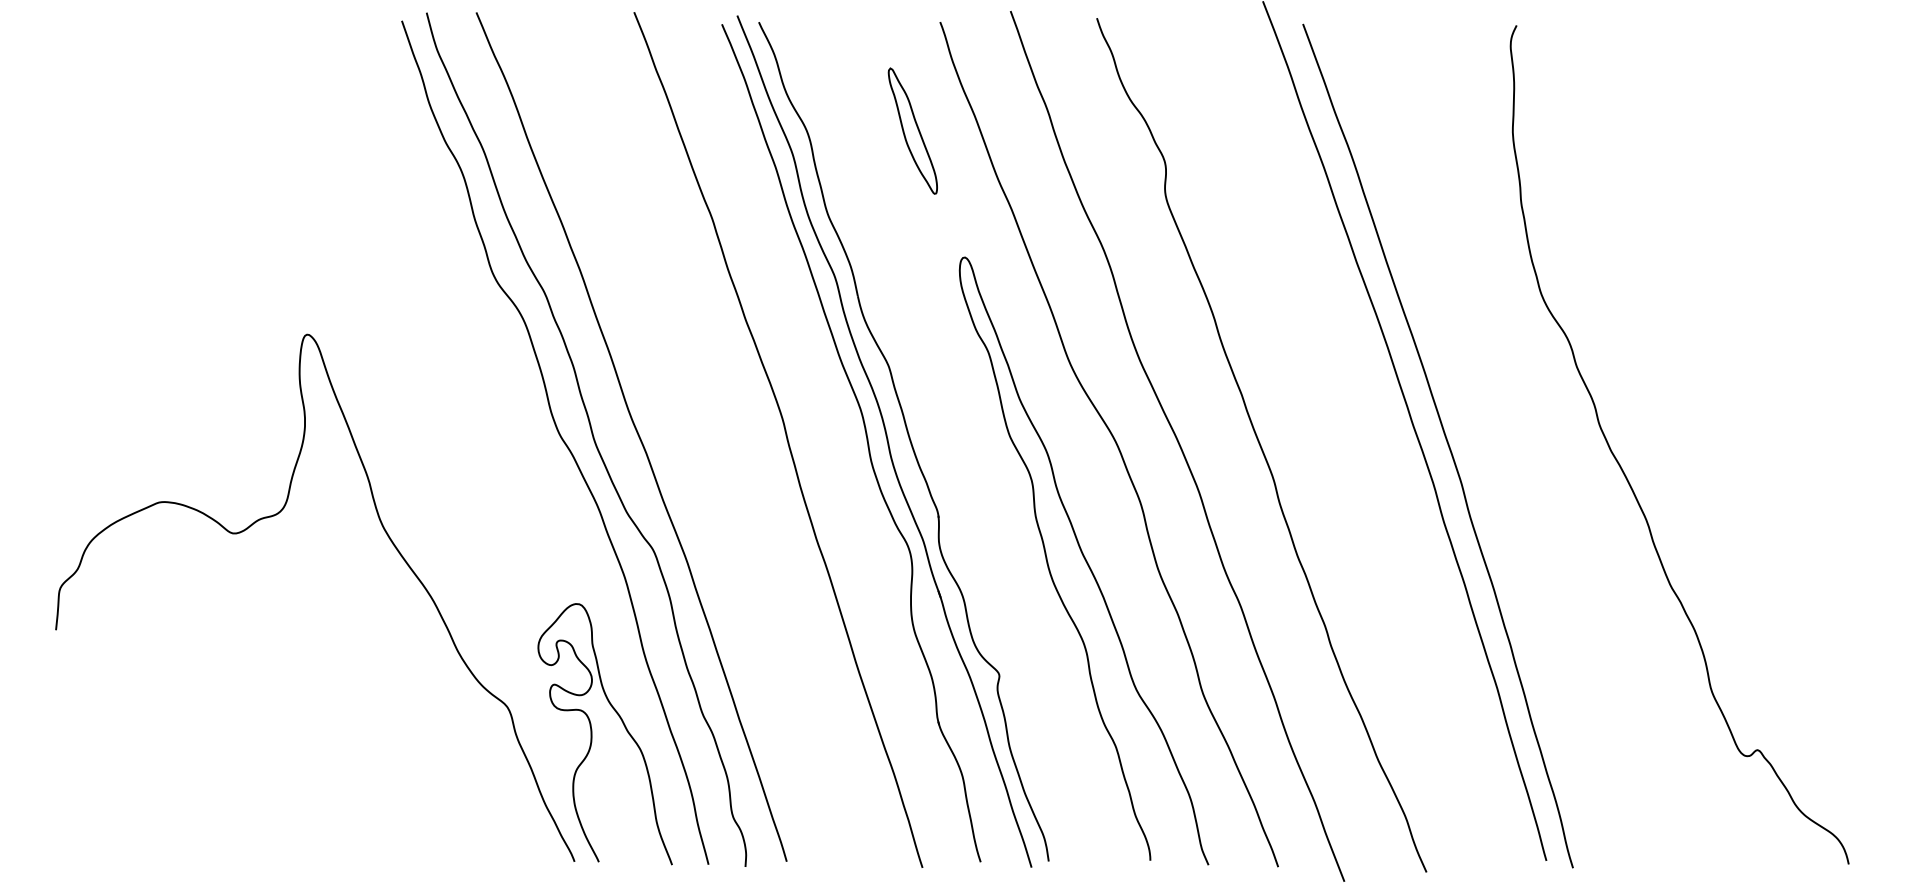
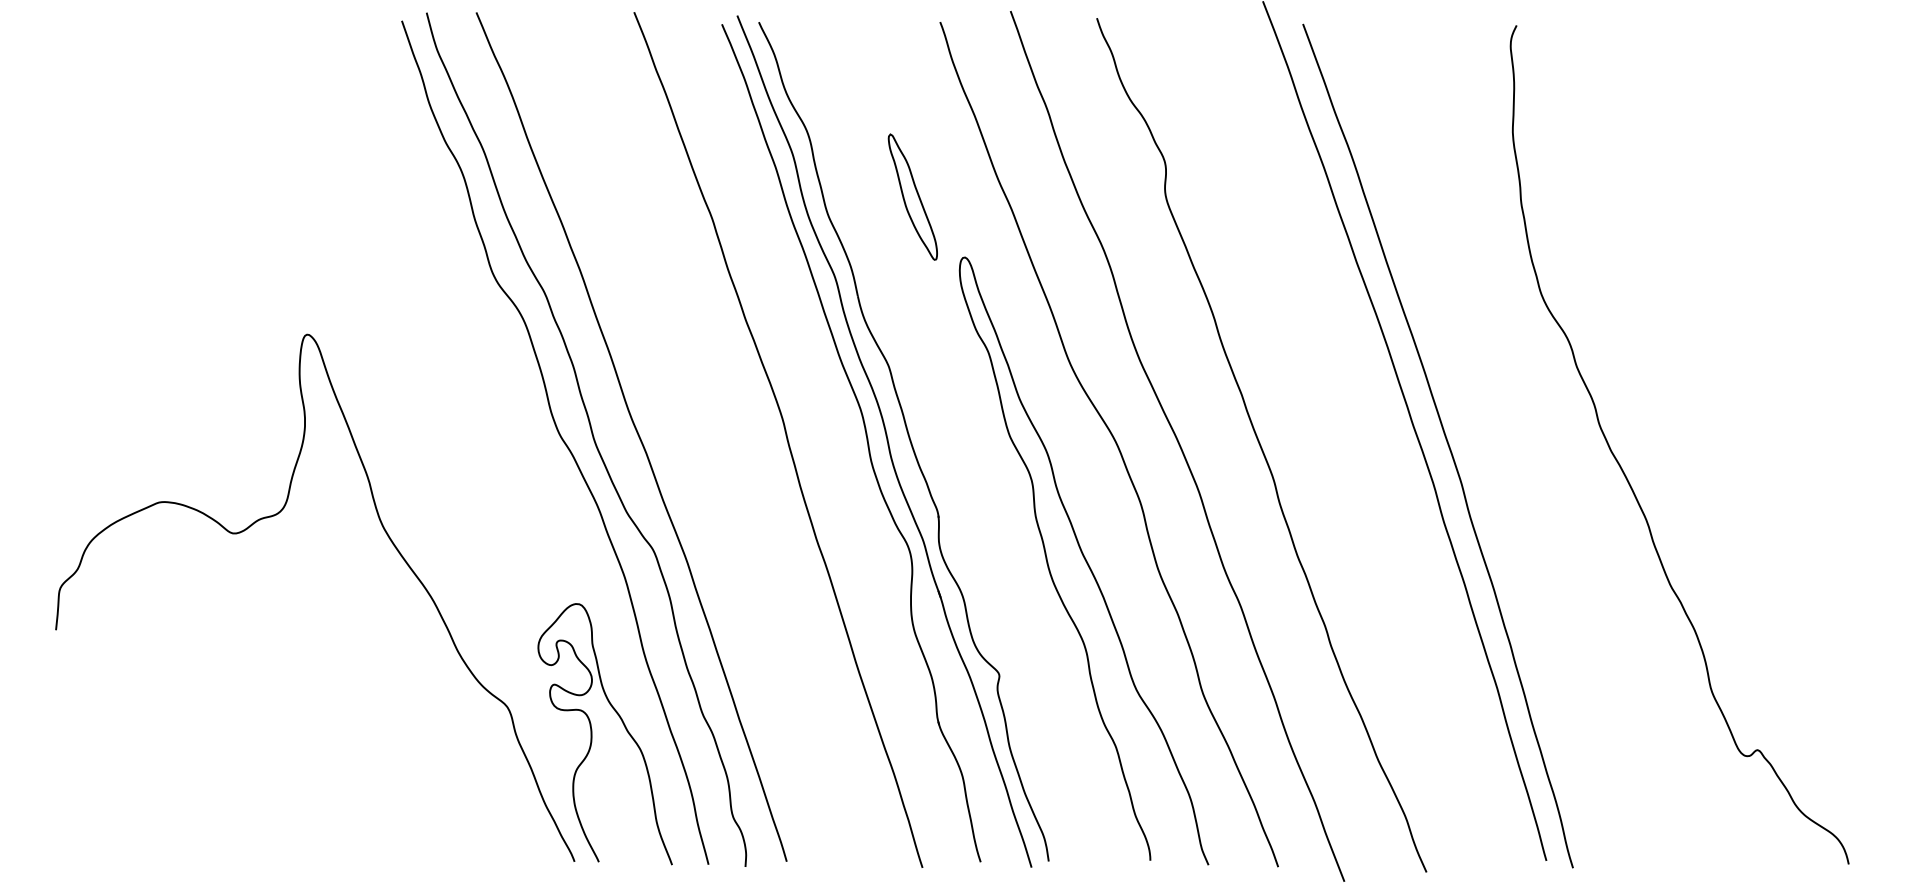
part at (912, 130) position: (912, 130) -> (912, 196)
